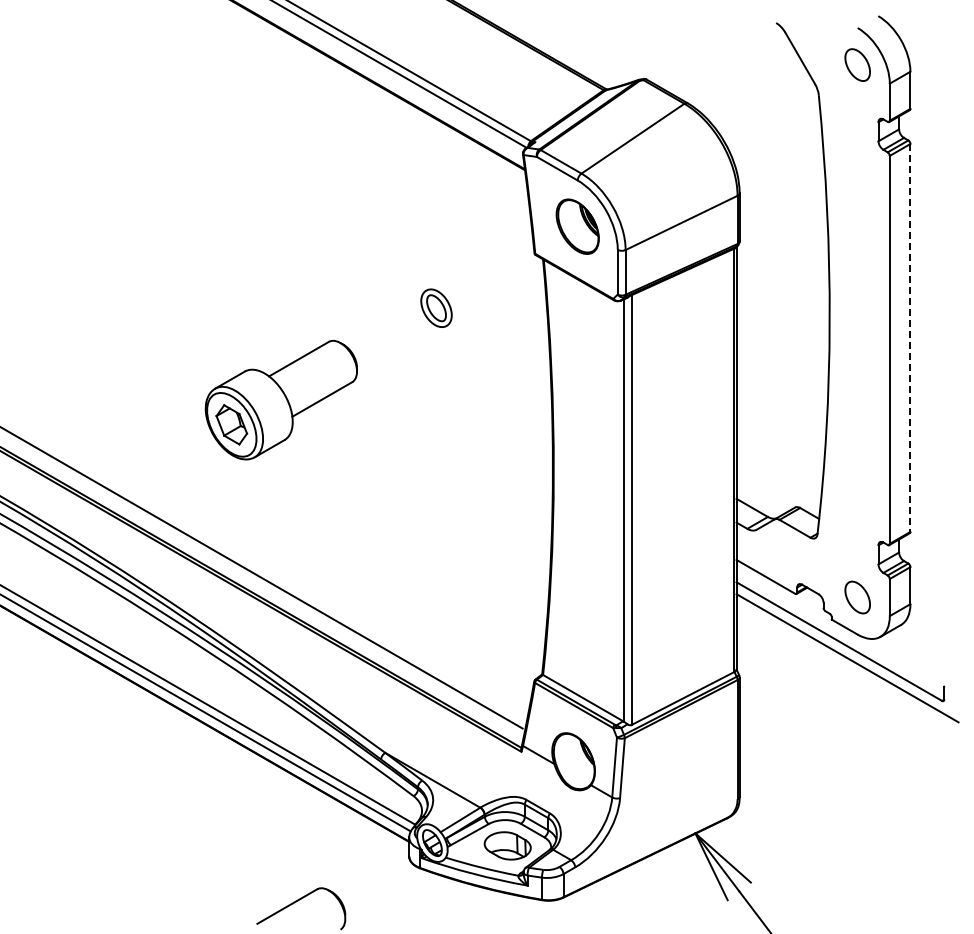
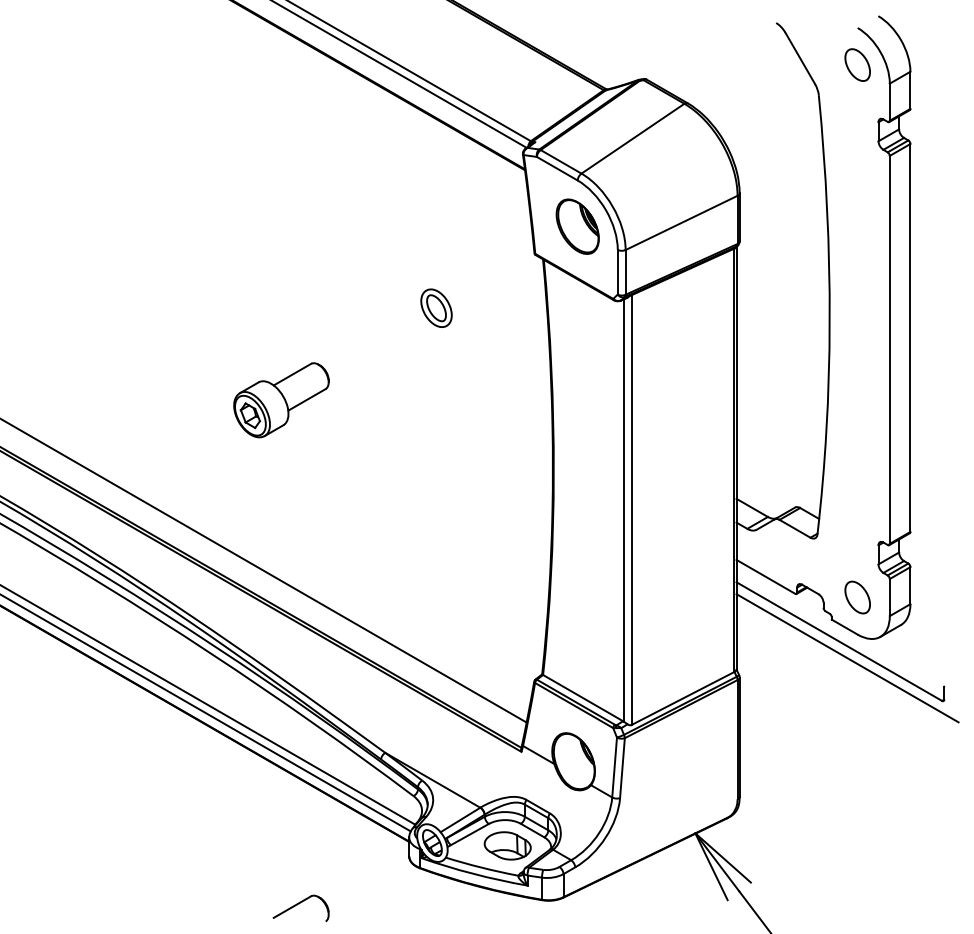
line at (910, 337): dashed -> solid
part at (280, 399) size: 154x122 px -> 97x77 px
line at (262, 578) position: (262, 578) -> (264, 570)
part at (301, 908) size: 91x44 px -> 58x28 px
